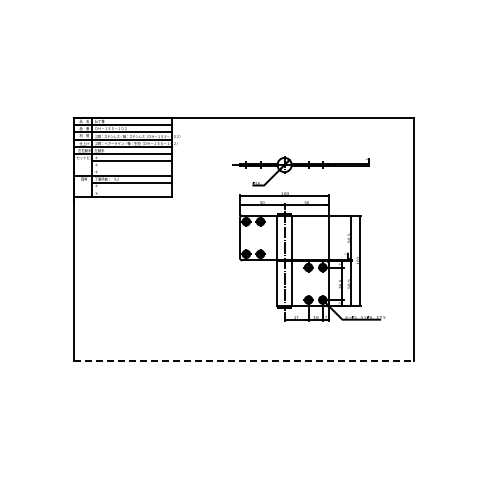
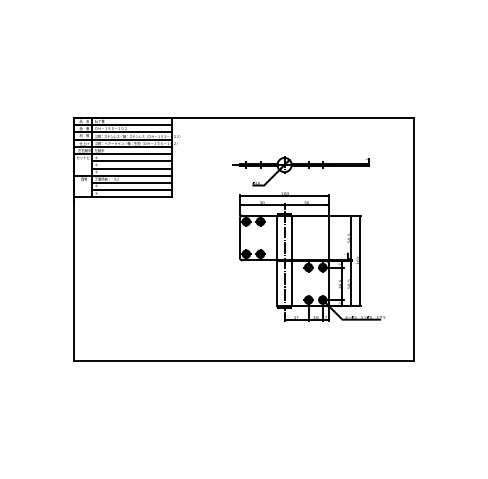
line at (132, 168): none -> present
line at (132, 189): none -> present
line at (243, 361): dashed -> solid
